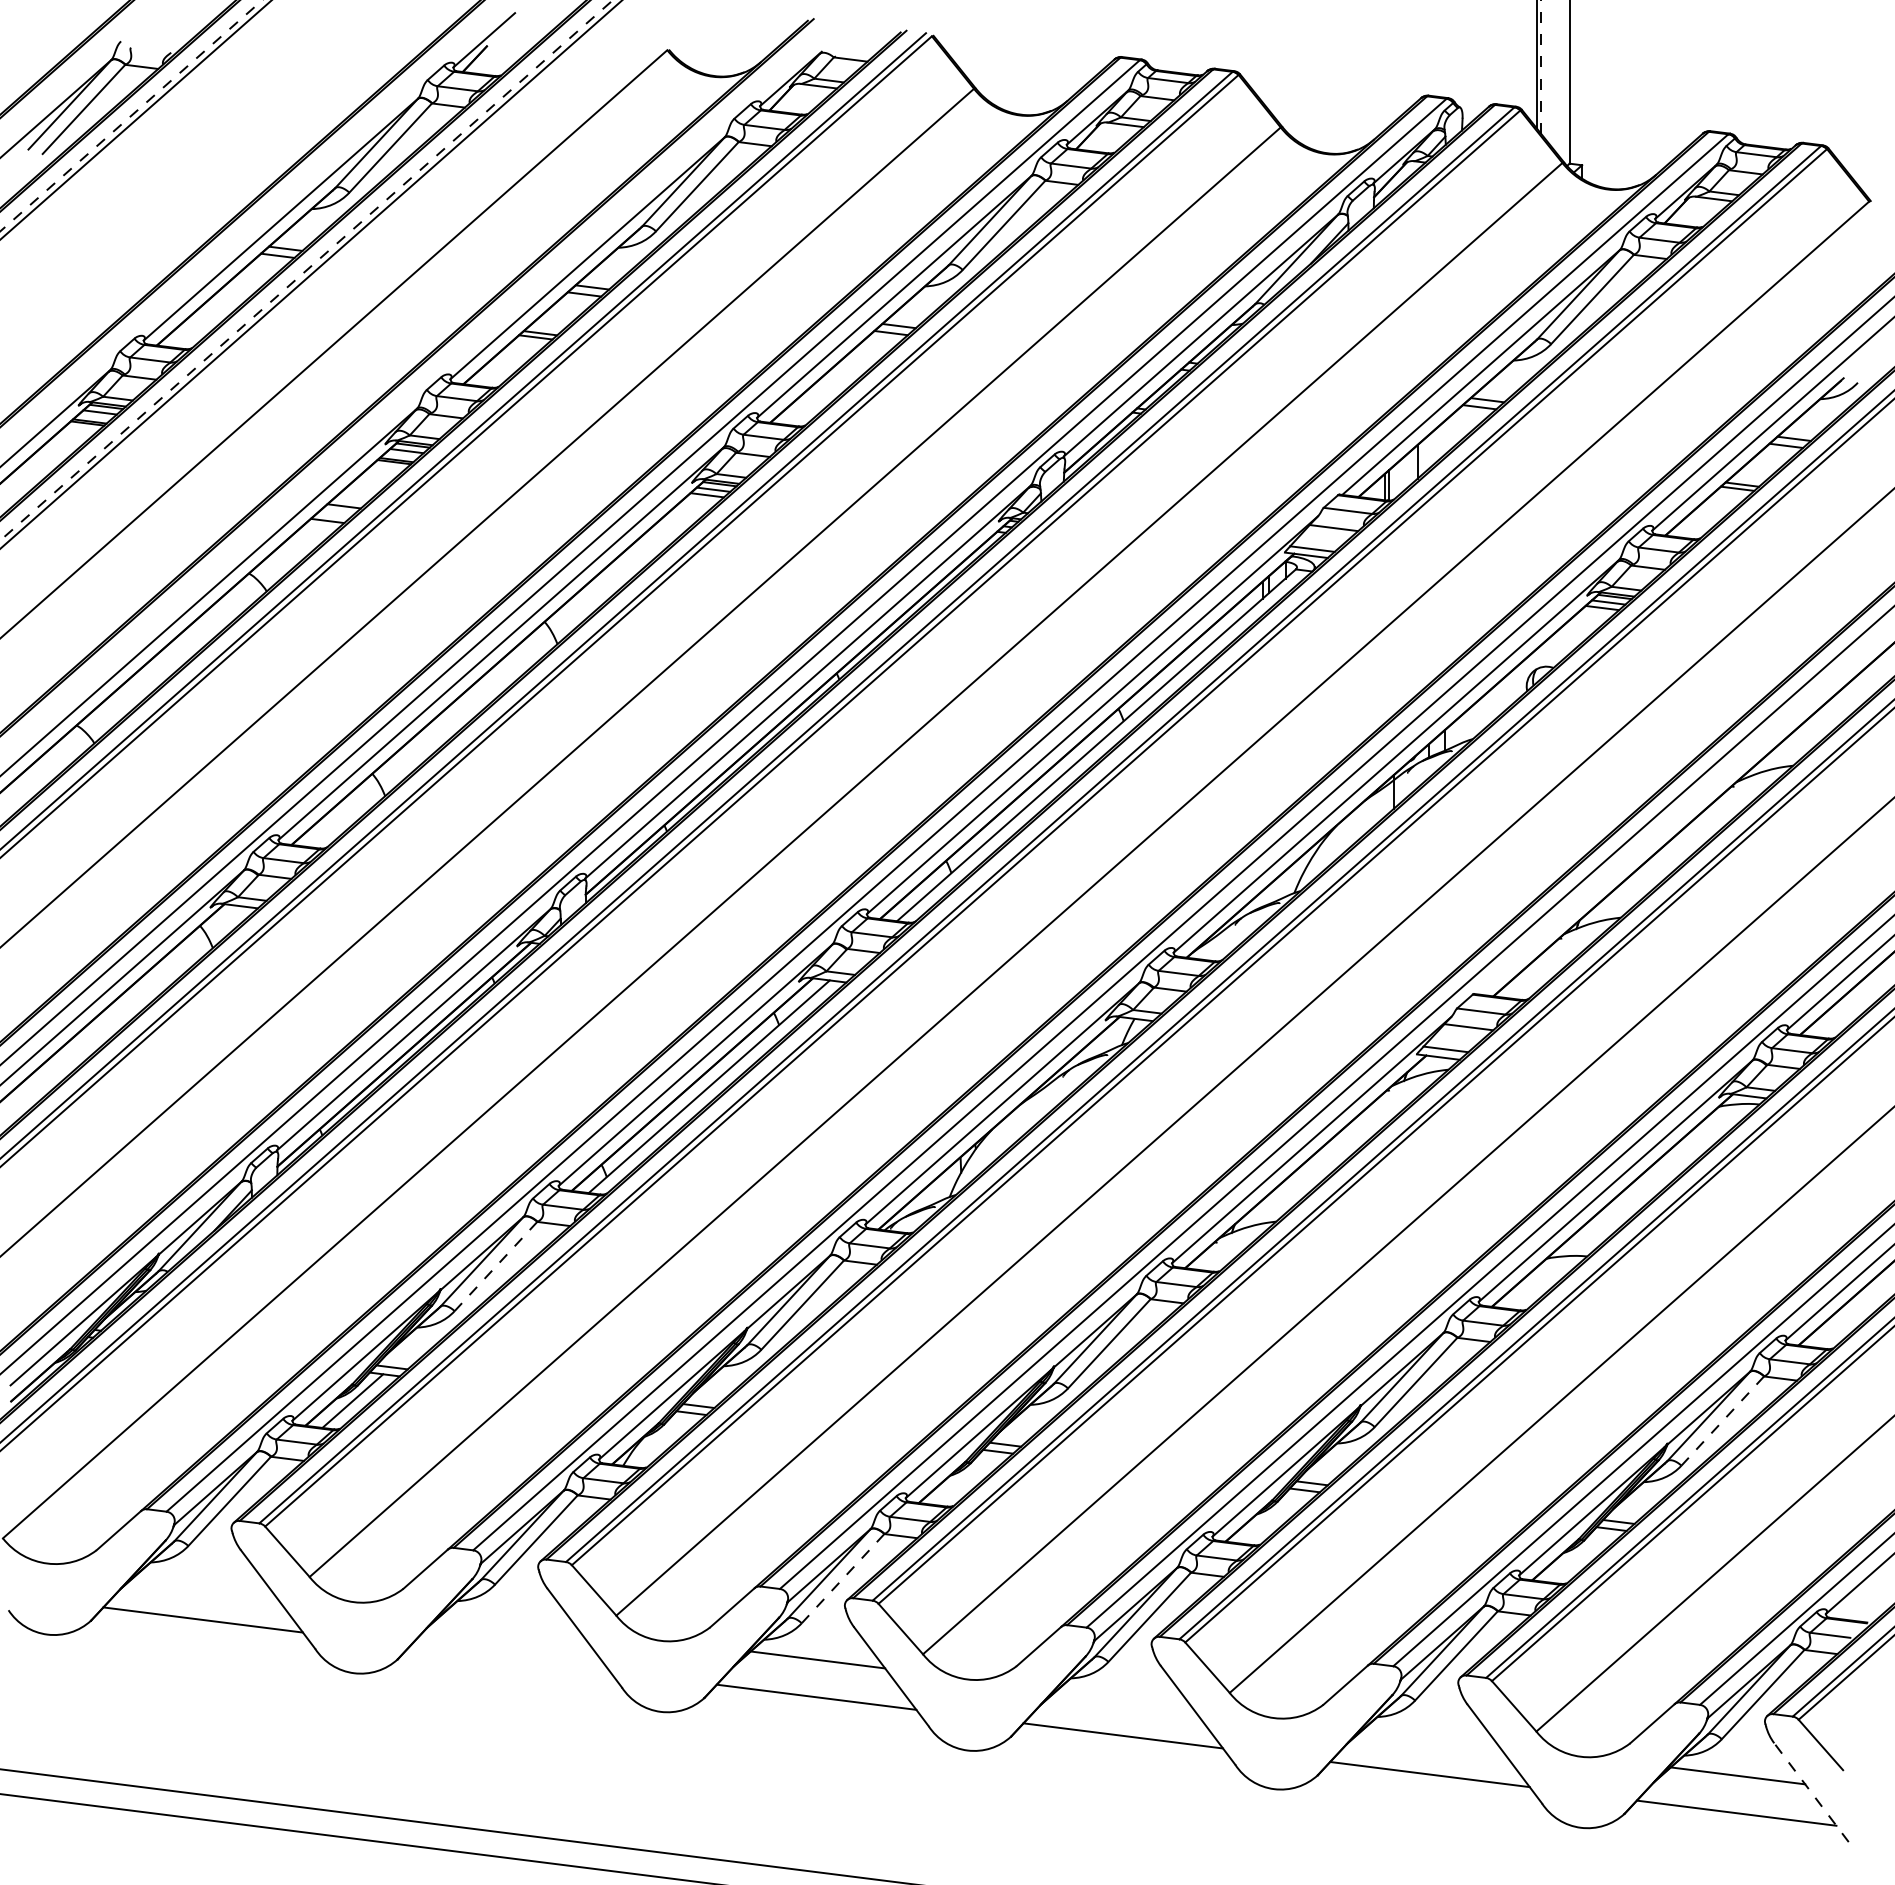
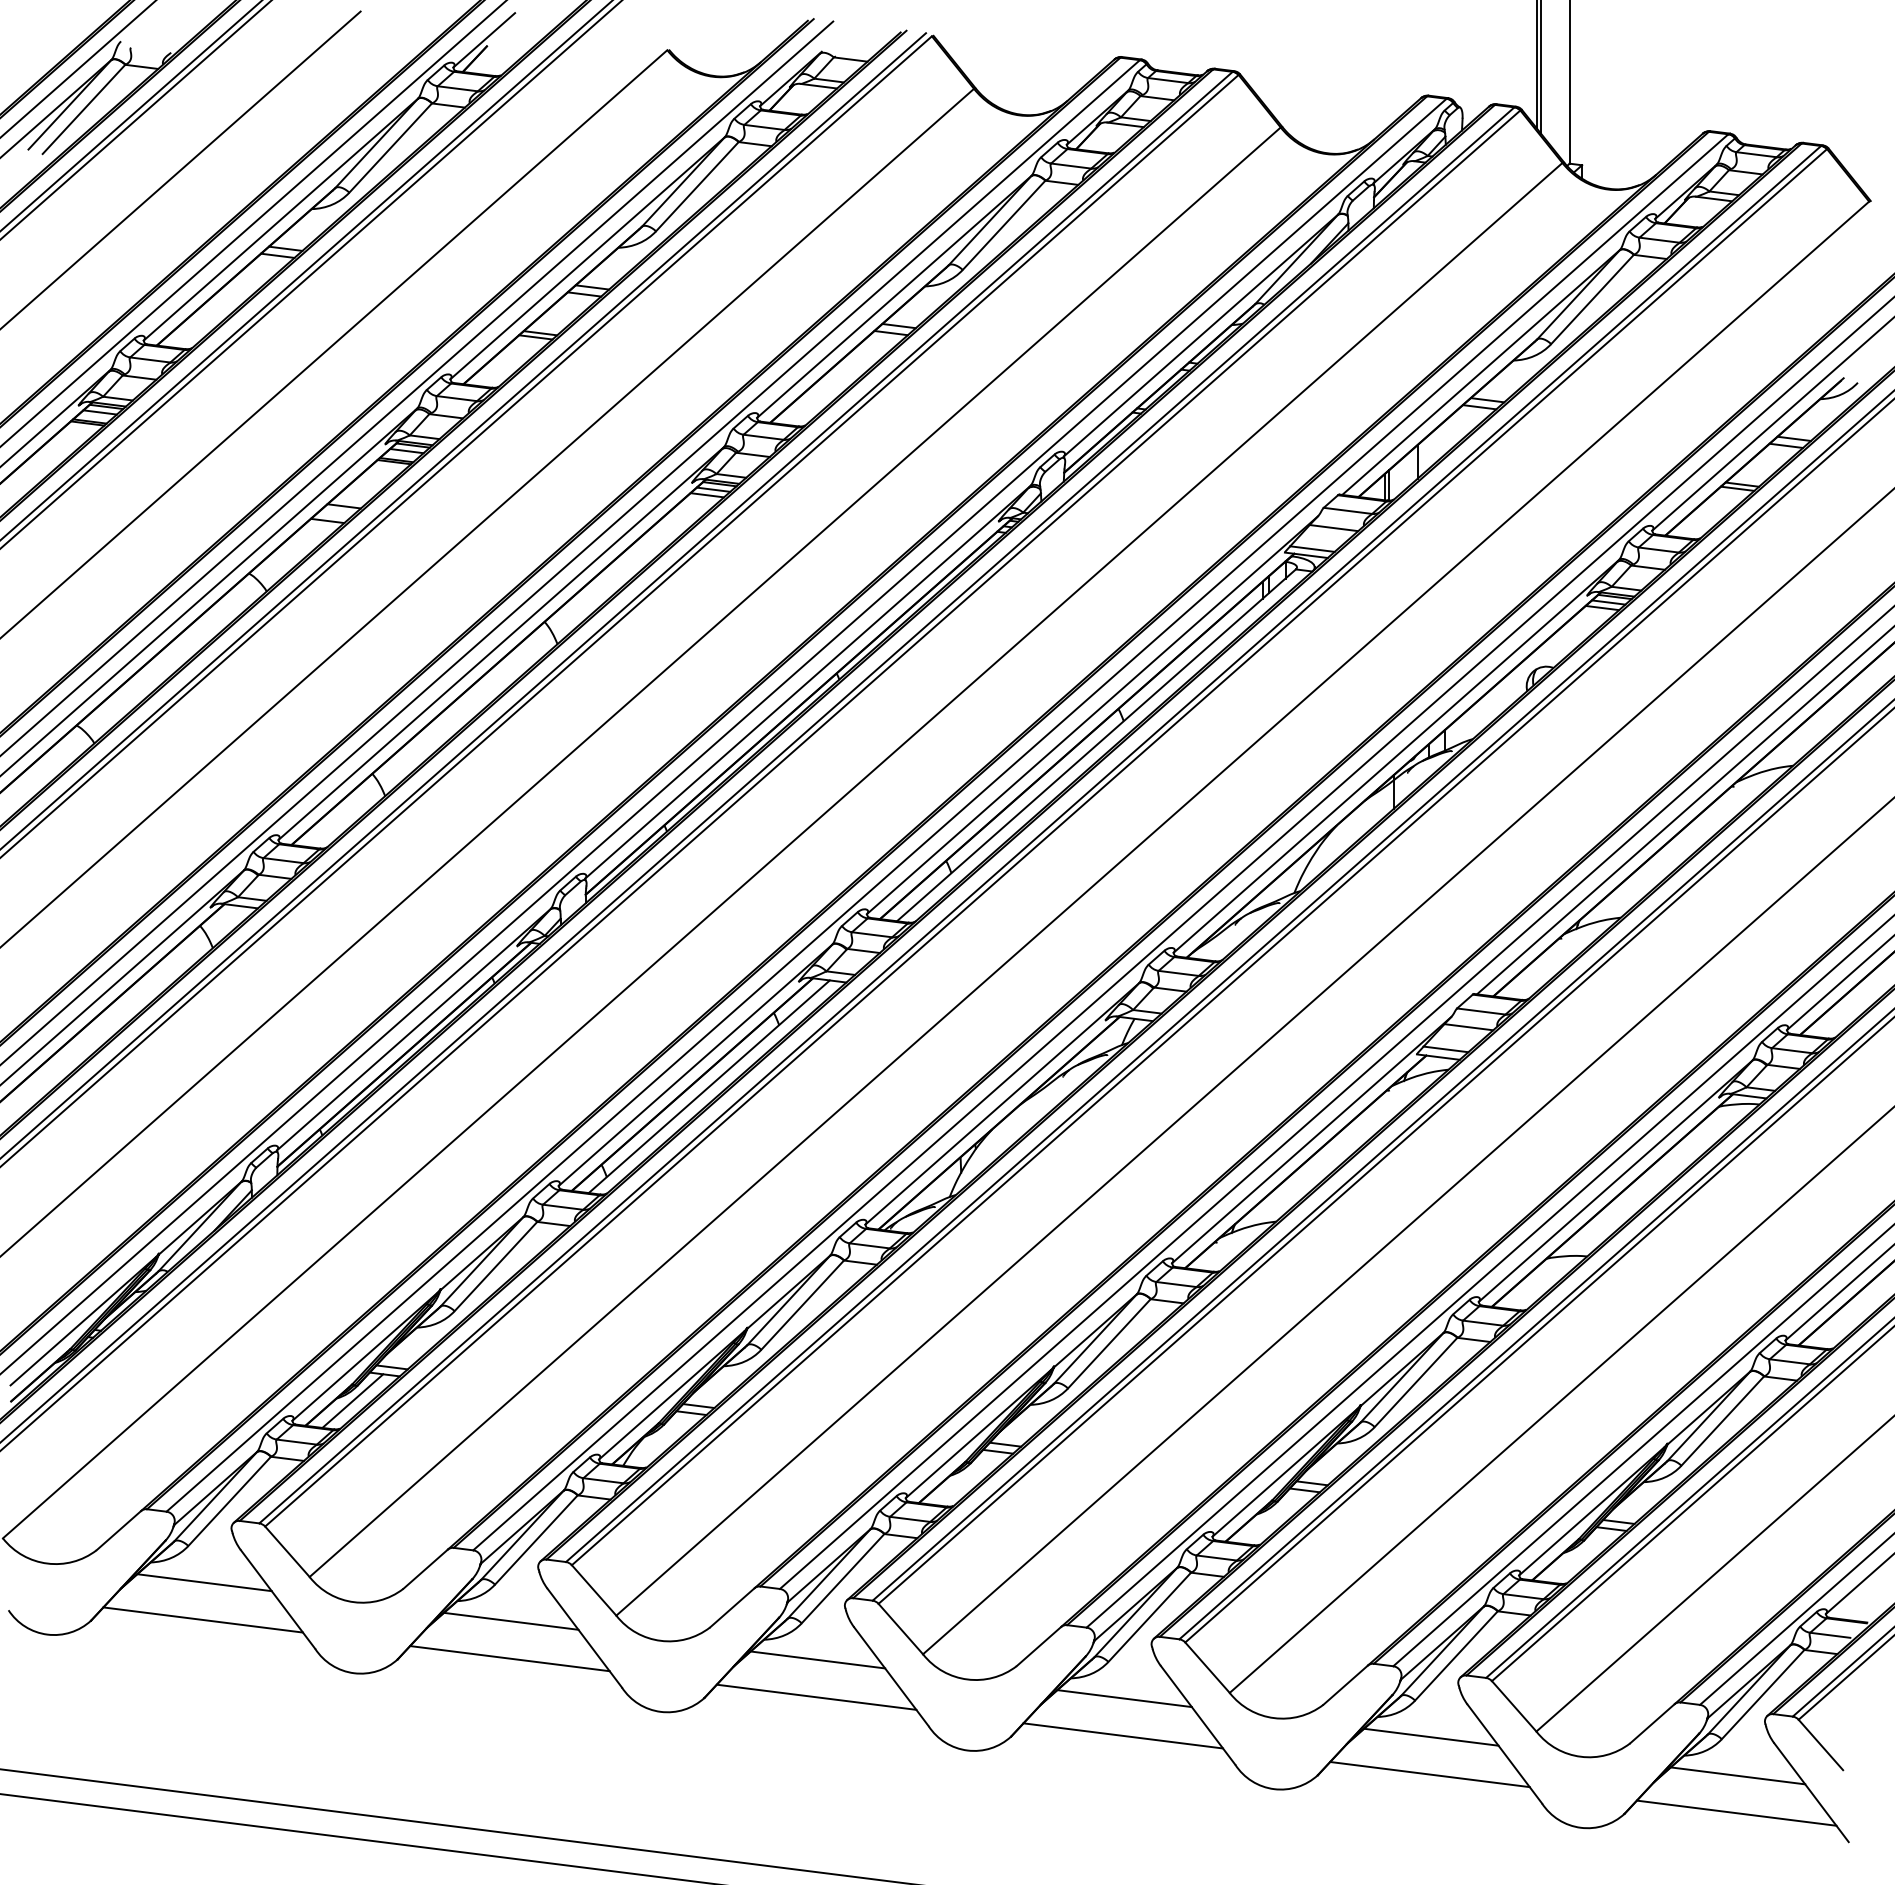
line at (1541, 66): dashed -> solid
line at (77, 69): none -> present
line at (131, 115): dashed -> solid
line at (181, 169): none -> present
line at (253, 223): none -> present
line at (306, 270): dashed -> solid
line at (417, 387): none -> present
line at (1684, 811): none -> present
line at (496, 1266): dashed -> solid
line at (1722, 1421): dashed -> solid
line at (843, 1578): dashed -> solid
line at (204, 1582): none -> present
line at (511, 1620): none -> present
line at (509, 1658): none -> present
line at (1124, 1698): none -> present
line at (1431, 1736): none -> present
line at (1811, 1792): dashed -> solid
